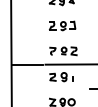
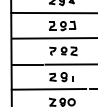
line at (52, 12): none -> present
line at (53, 38): none -> present
line at (48, 89): none -> present
